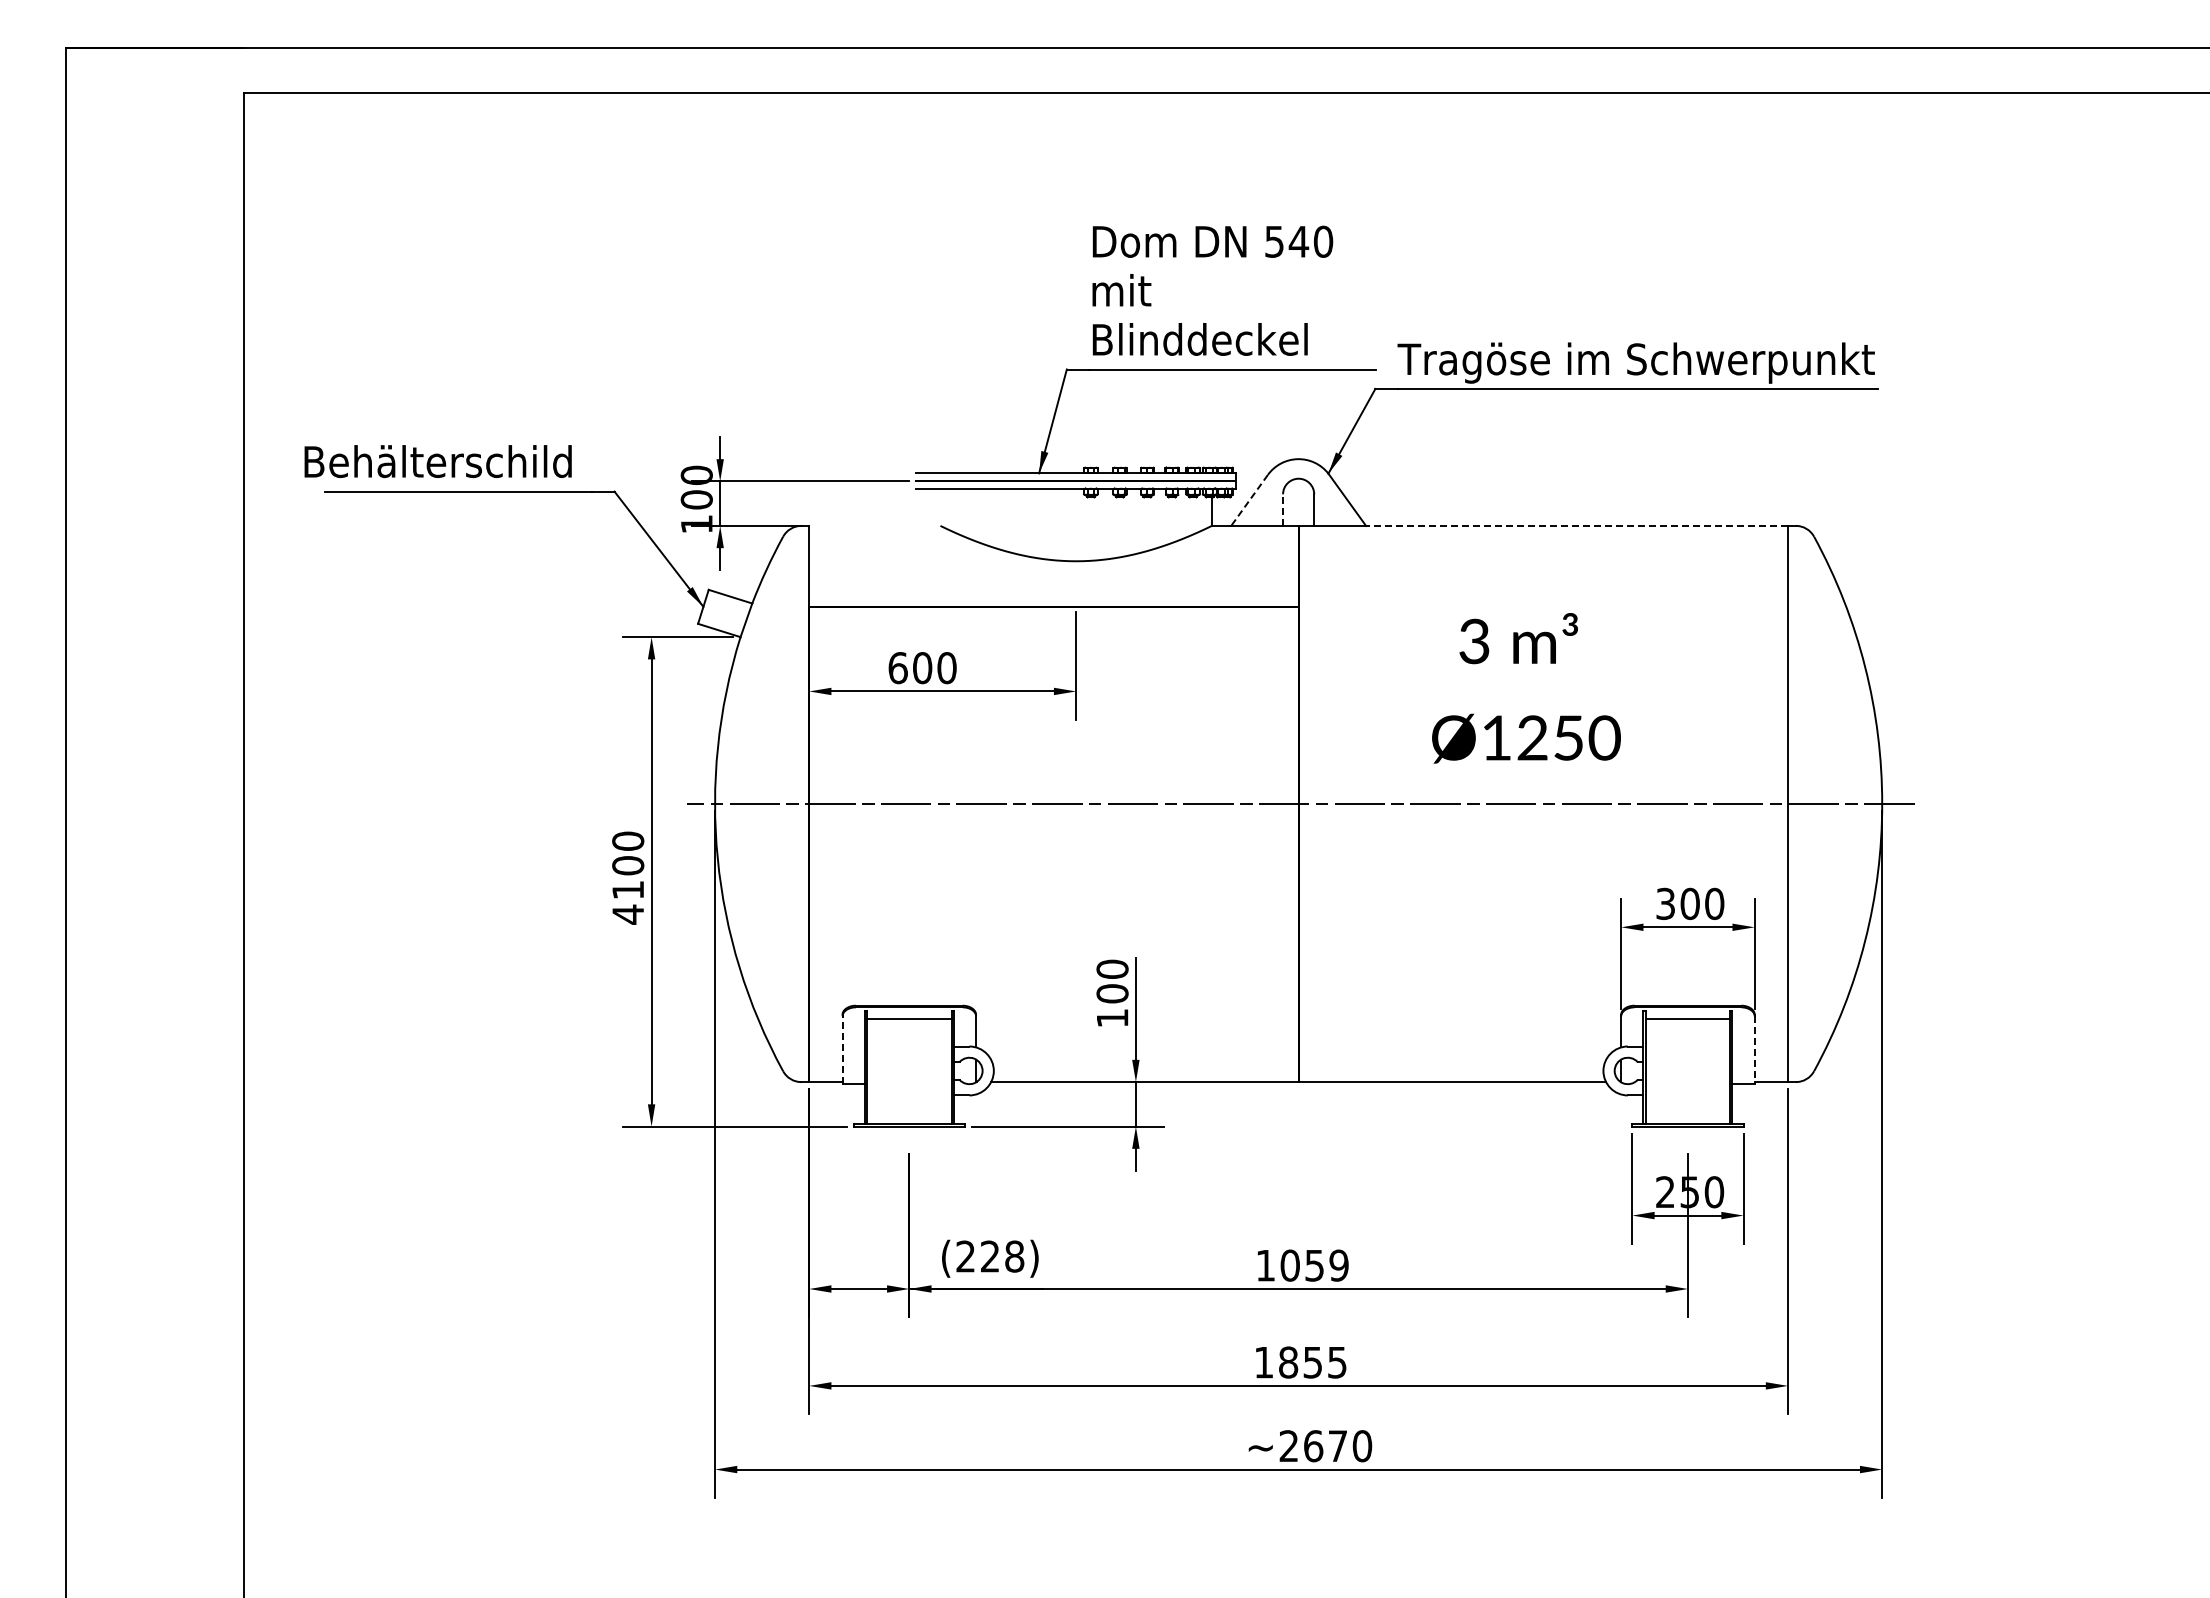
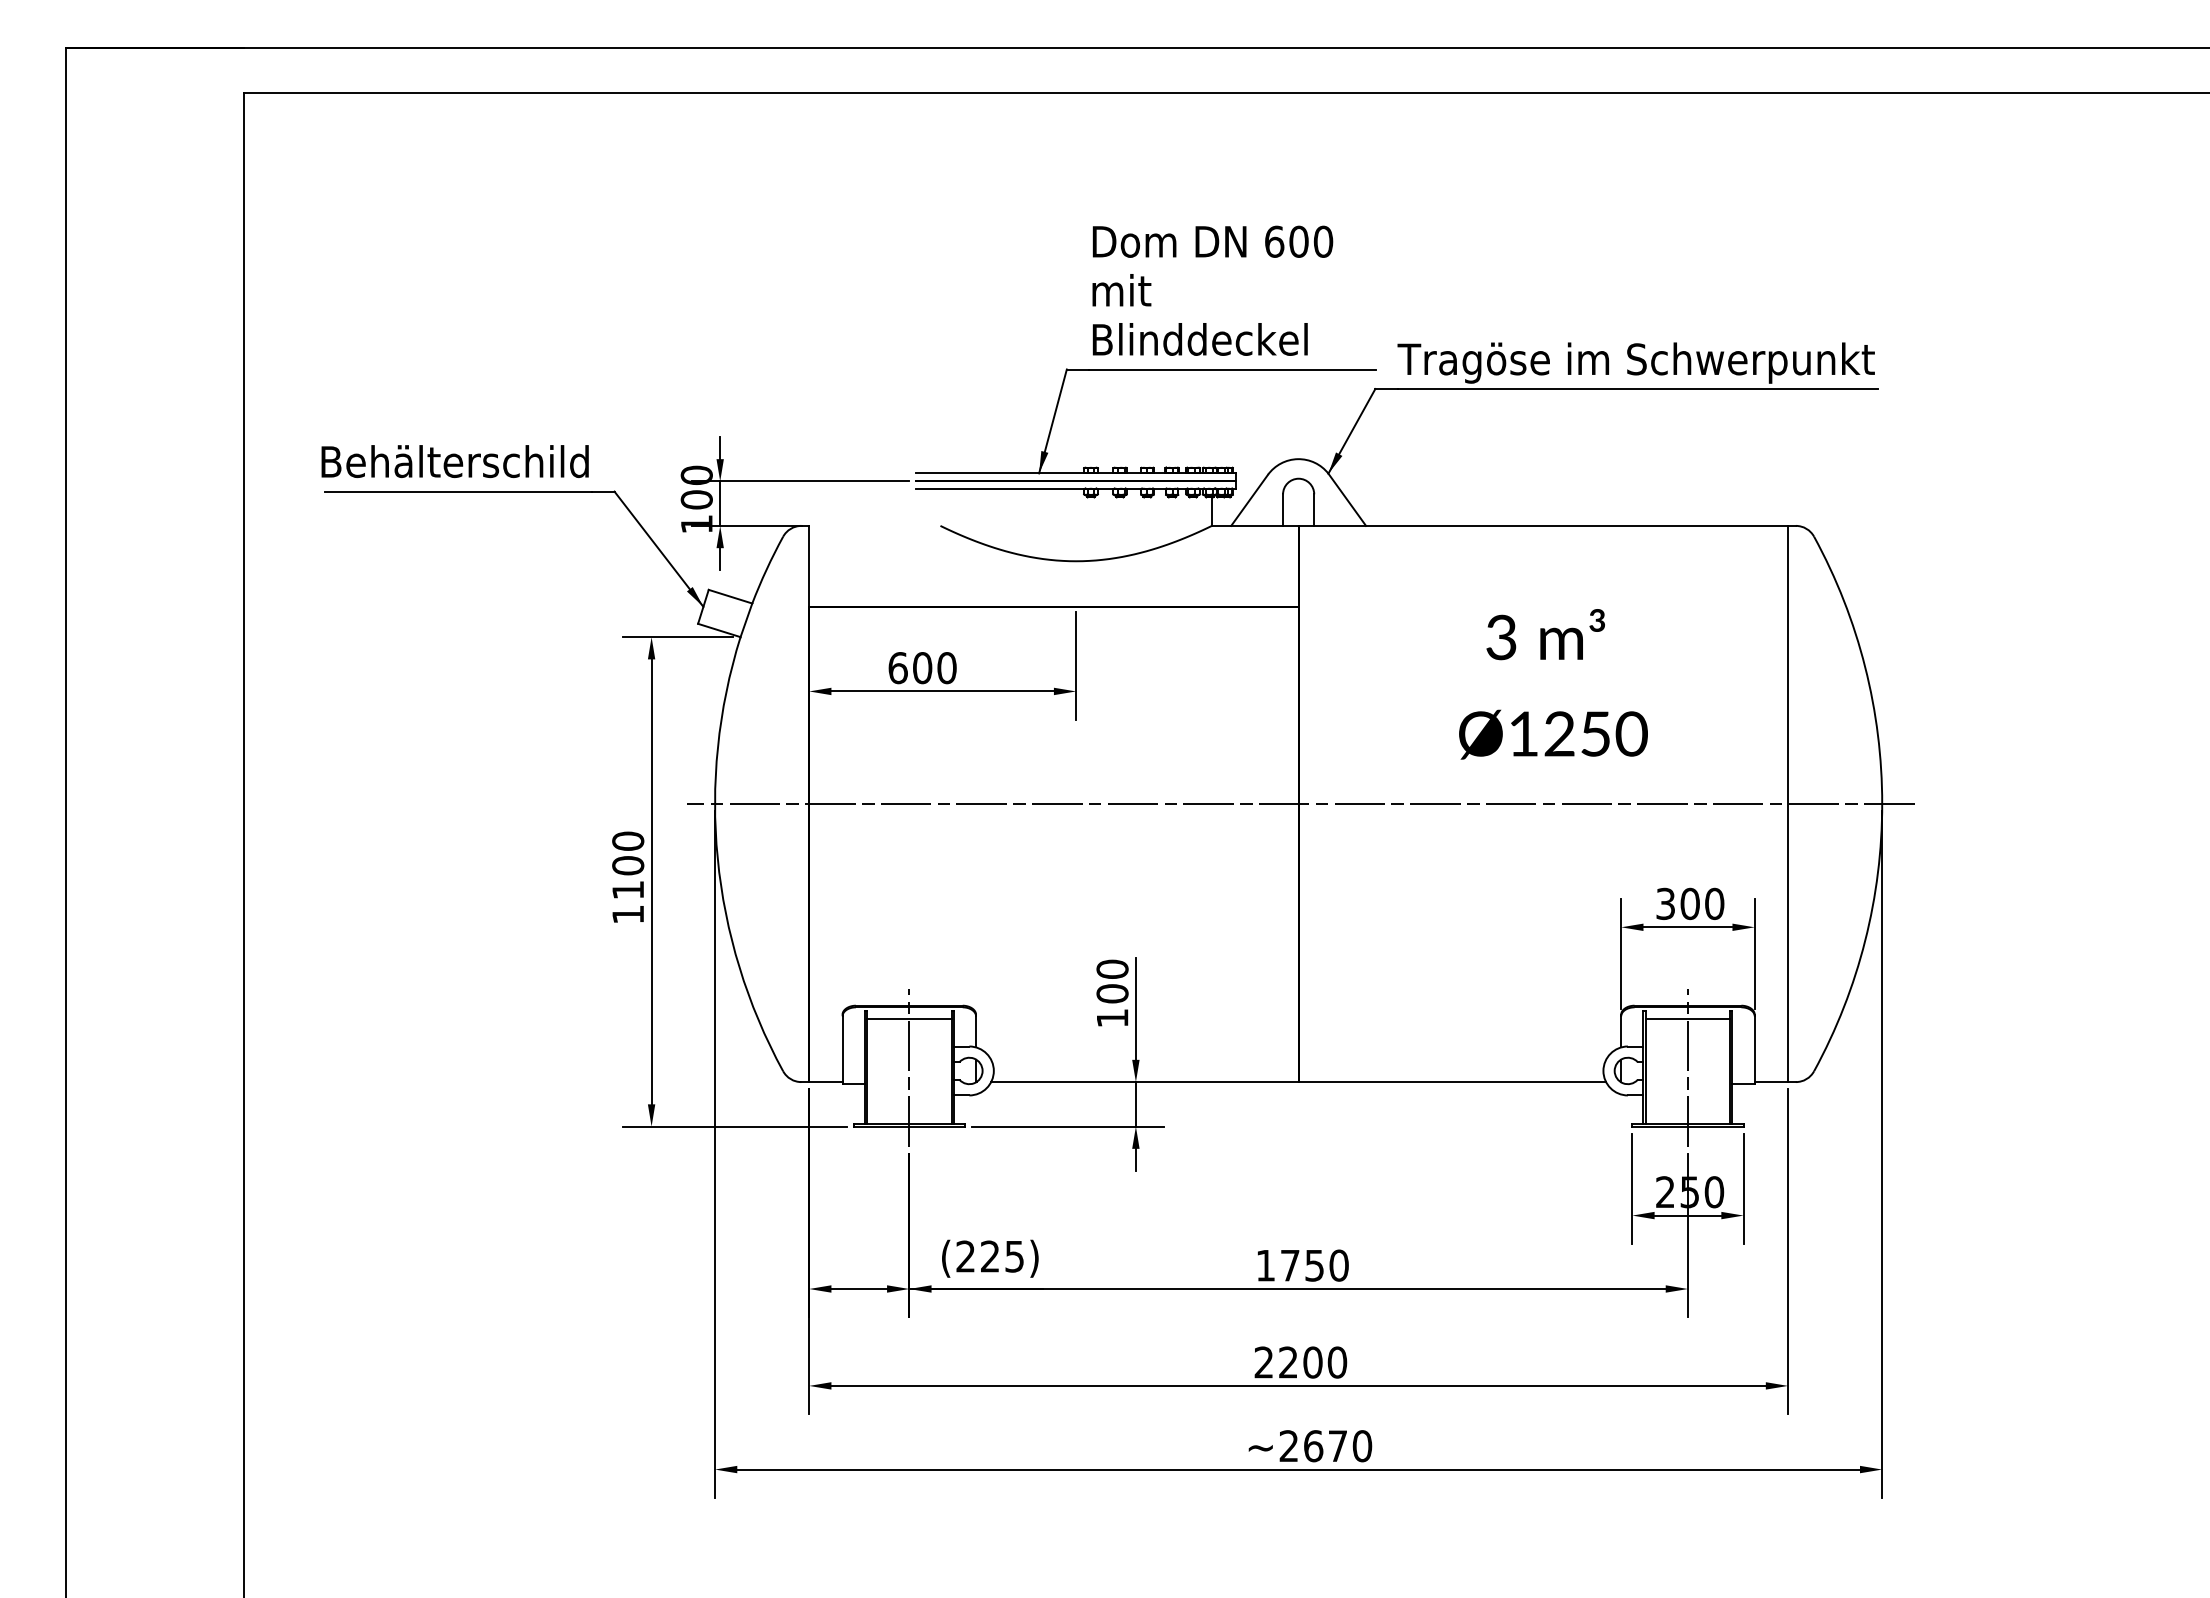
text at (1287, 241): 540 -> 600
text at (437, 461) position: (437, 461) -> (454, 461)
line at (1249, 500): dashed -> solid
line at (1283, 510): dashed -> solid
line at (1576, 525): dashed -> solid
text at (1526, 688) position: (1526, 688) -> (1553, 684)
text at (627, 914): 4100 -> 1100
line at (842, 1049): dashed -> solid
line at (1754, 1050): dashed -> solid
line at (909, 1067): none -> present
line at (1687, 1067): none -> present
text at (1014, 1256): (228) -> (225)
text at (1314, 1265): 1059 -> 1750
text at (1300, 1362): 1855 -> 2200
